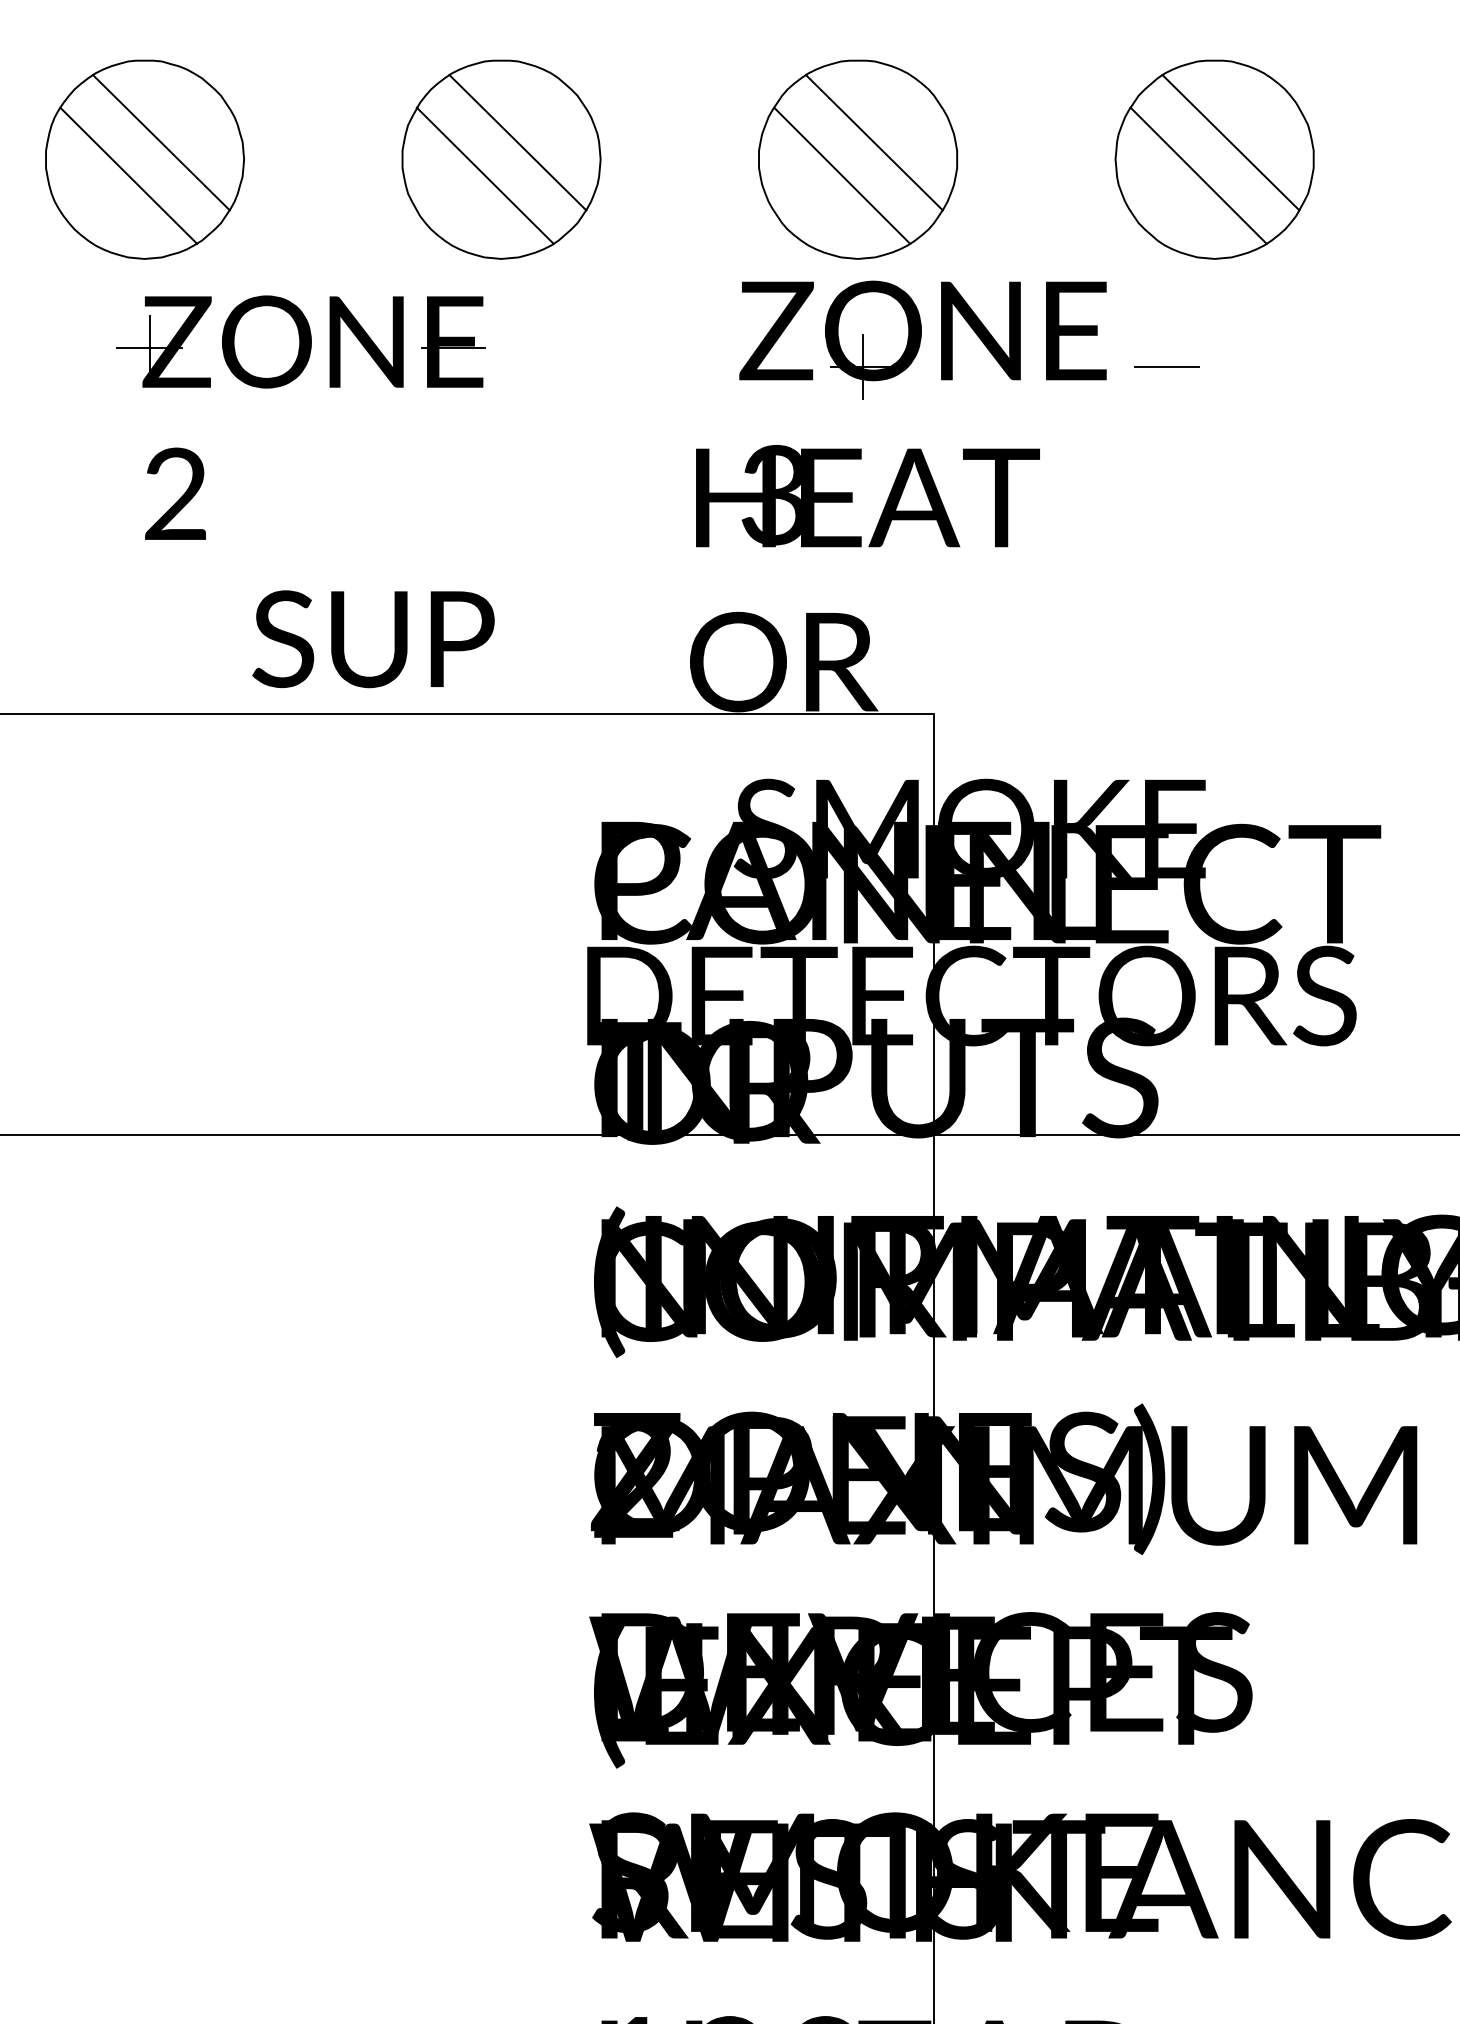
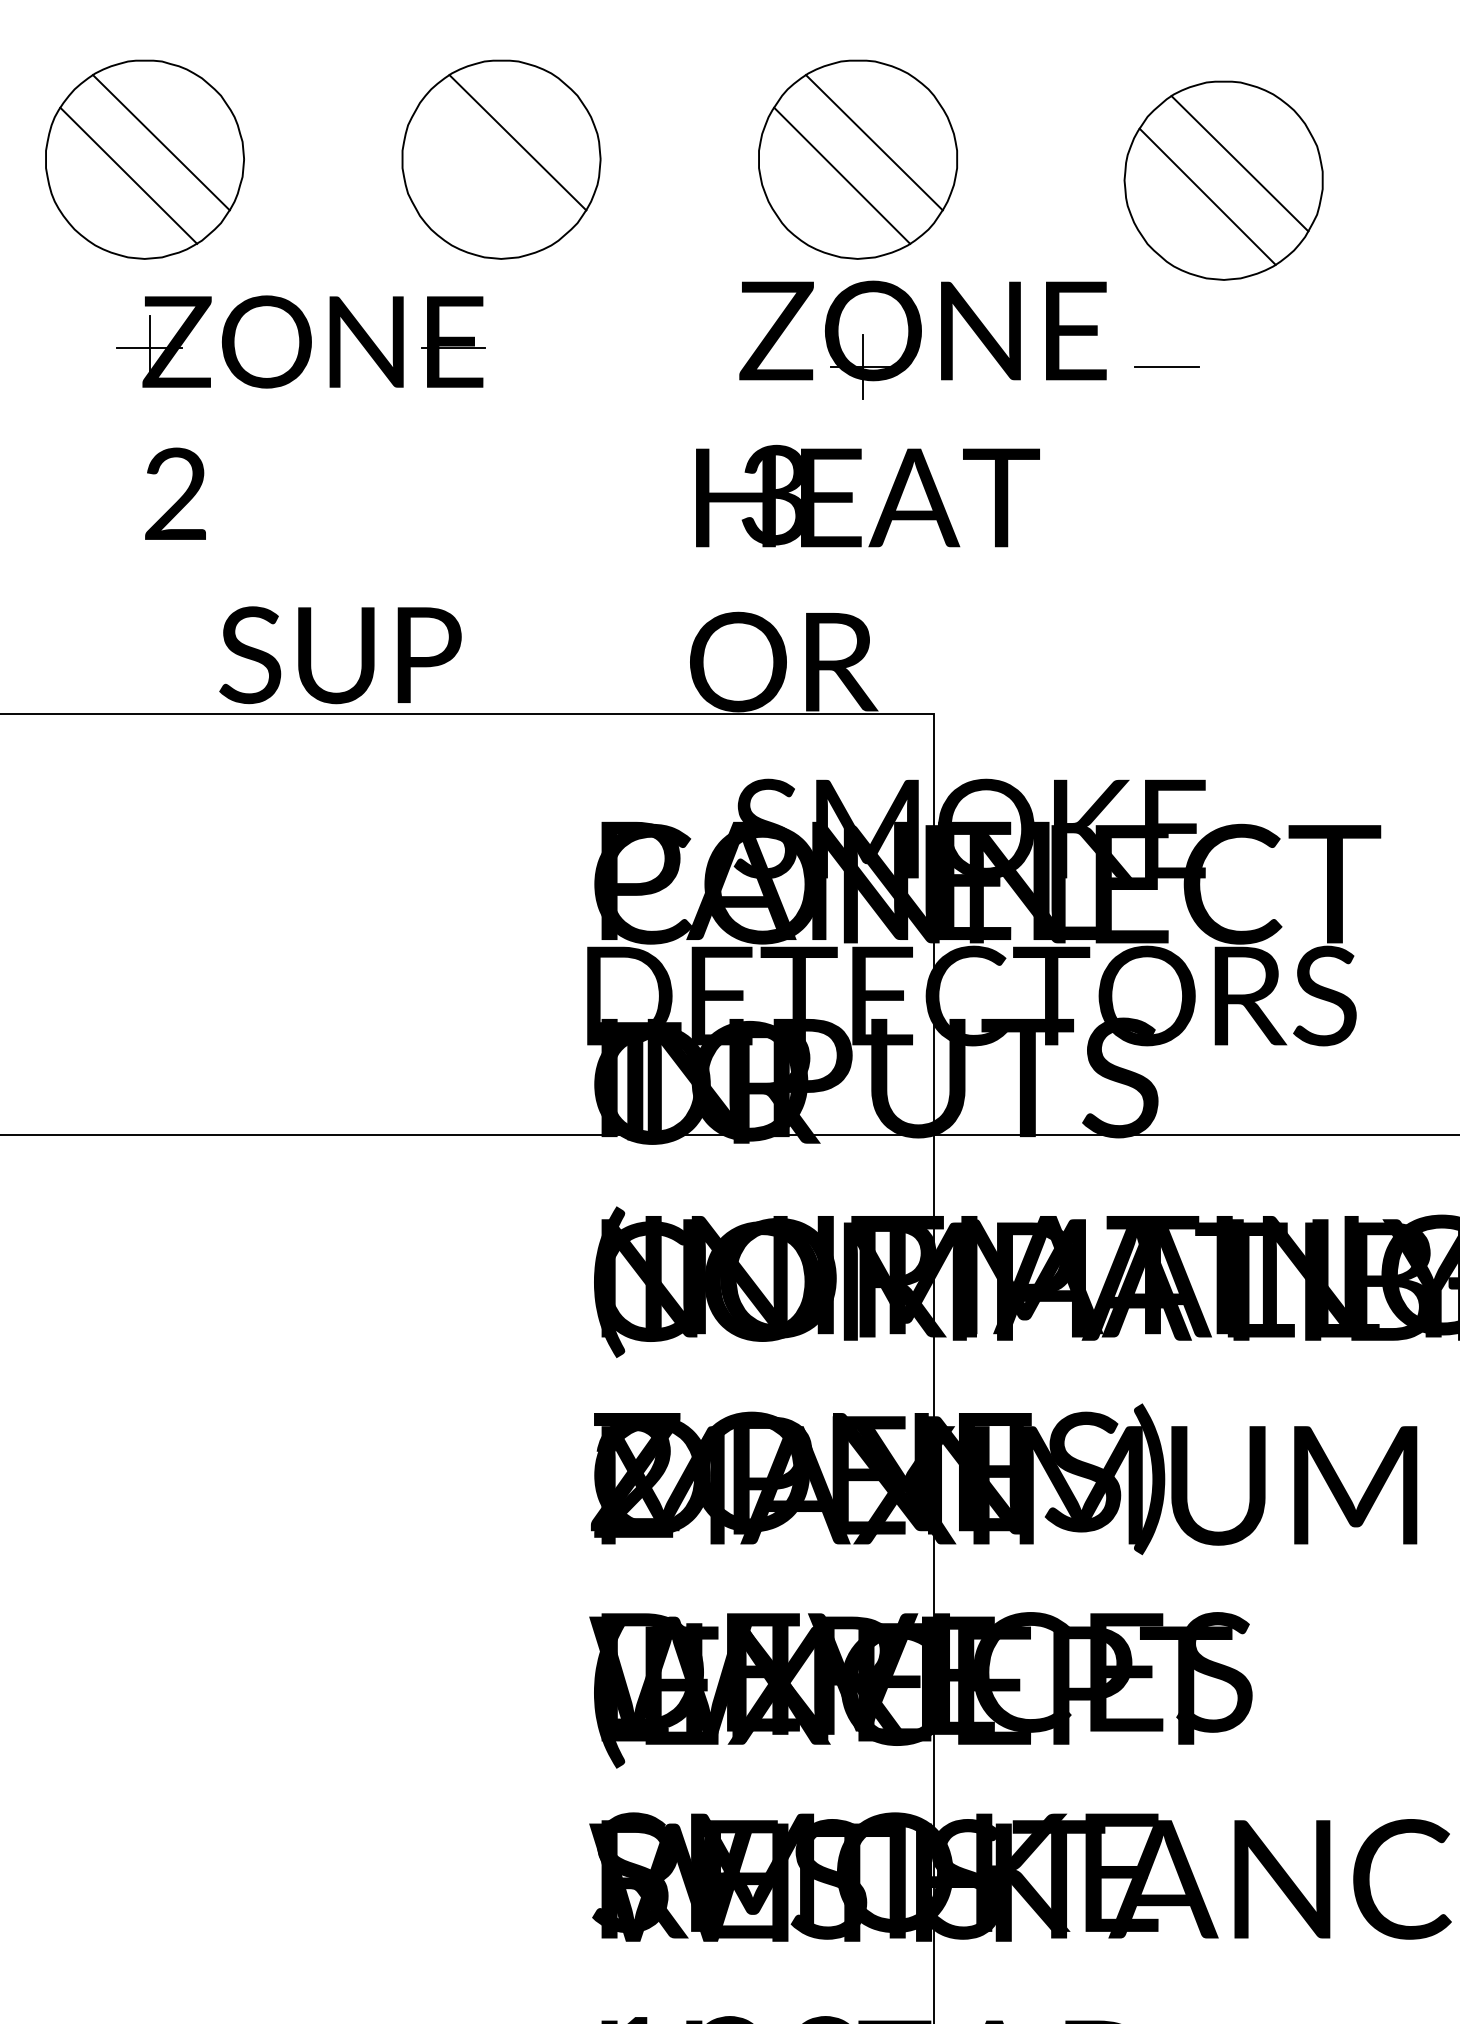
part at (1214, 159) position: (1214, 159) -> (1223, 180)
line at (484, 175): present -> none
text at (373, 639) position: (373, 639) -> (340, 655)
